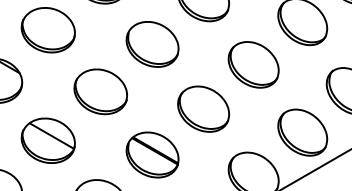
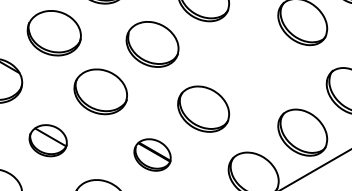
part at (47, 30) position: (47, 30) -> (53, 33)
part at (253, 64): present -> none
part at (47, 140) size: 56x47 px -> 40x34 px
part at (152, 154) size: 55x48 px -> 39x34 px
